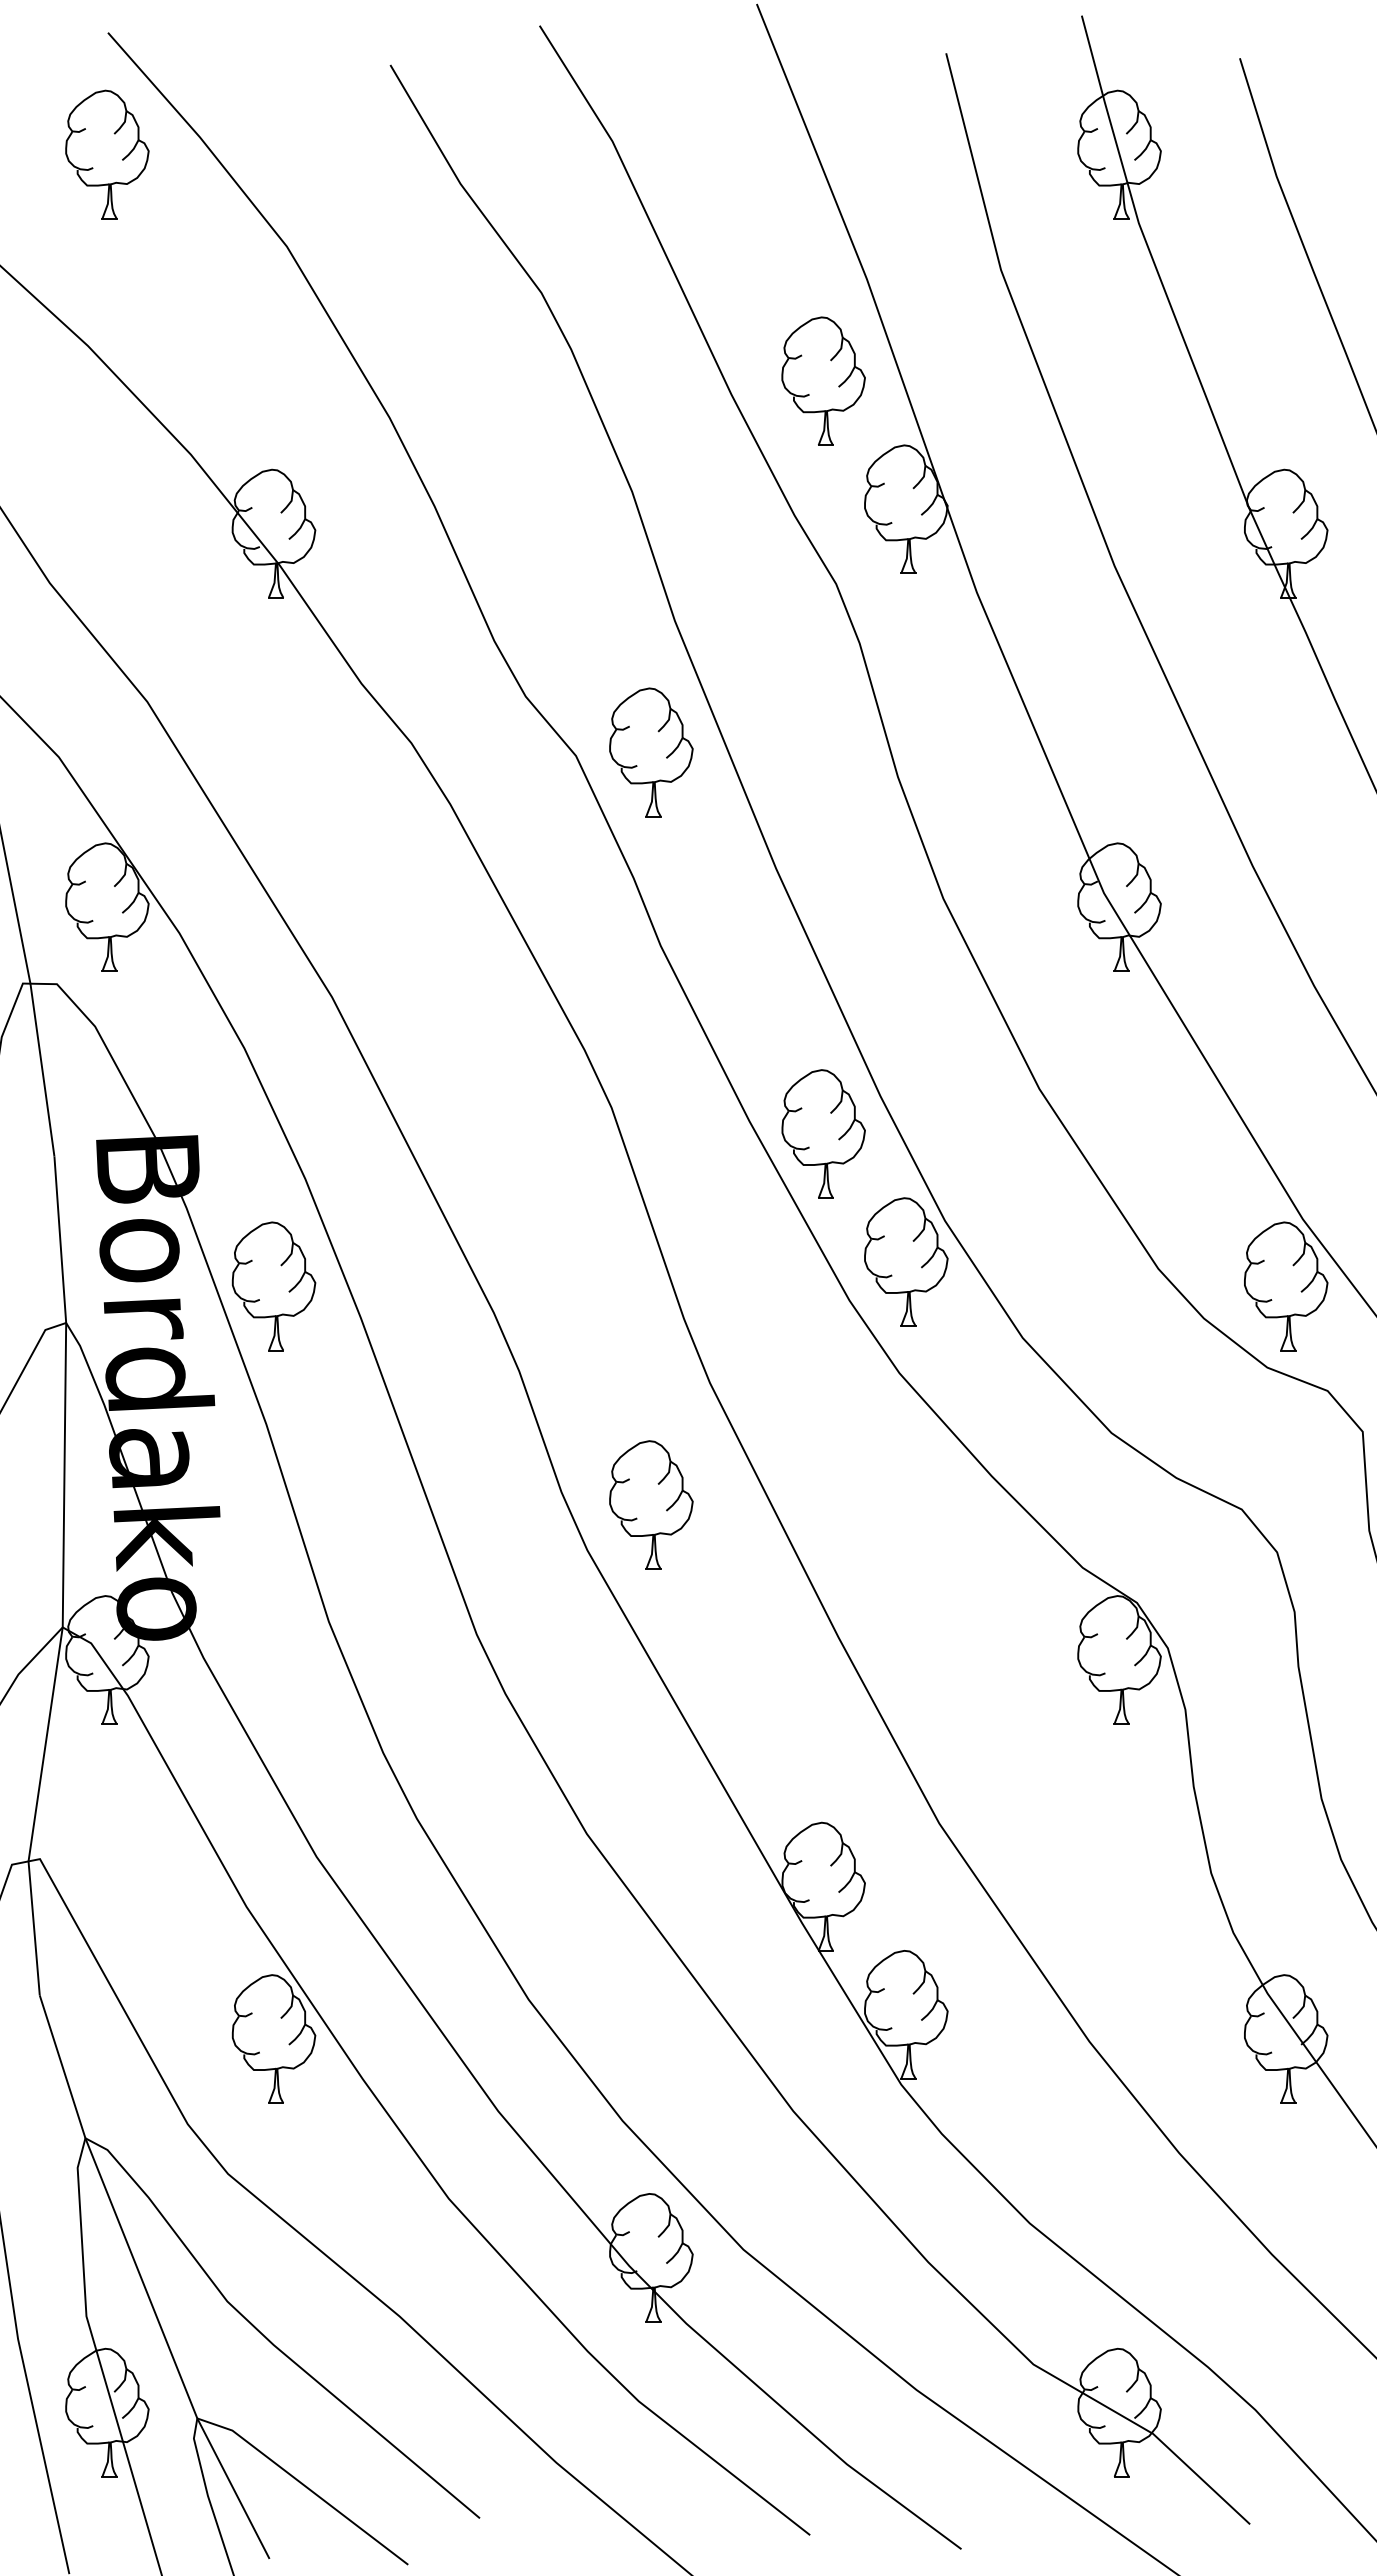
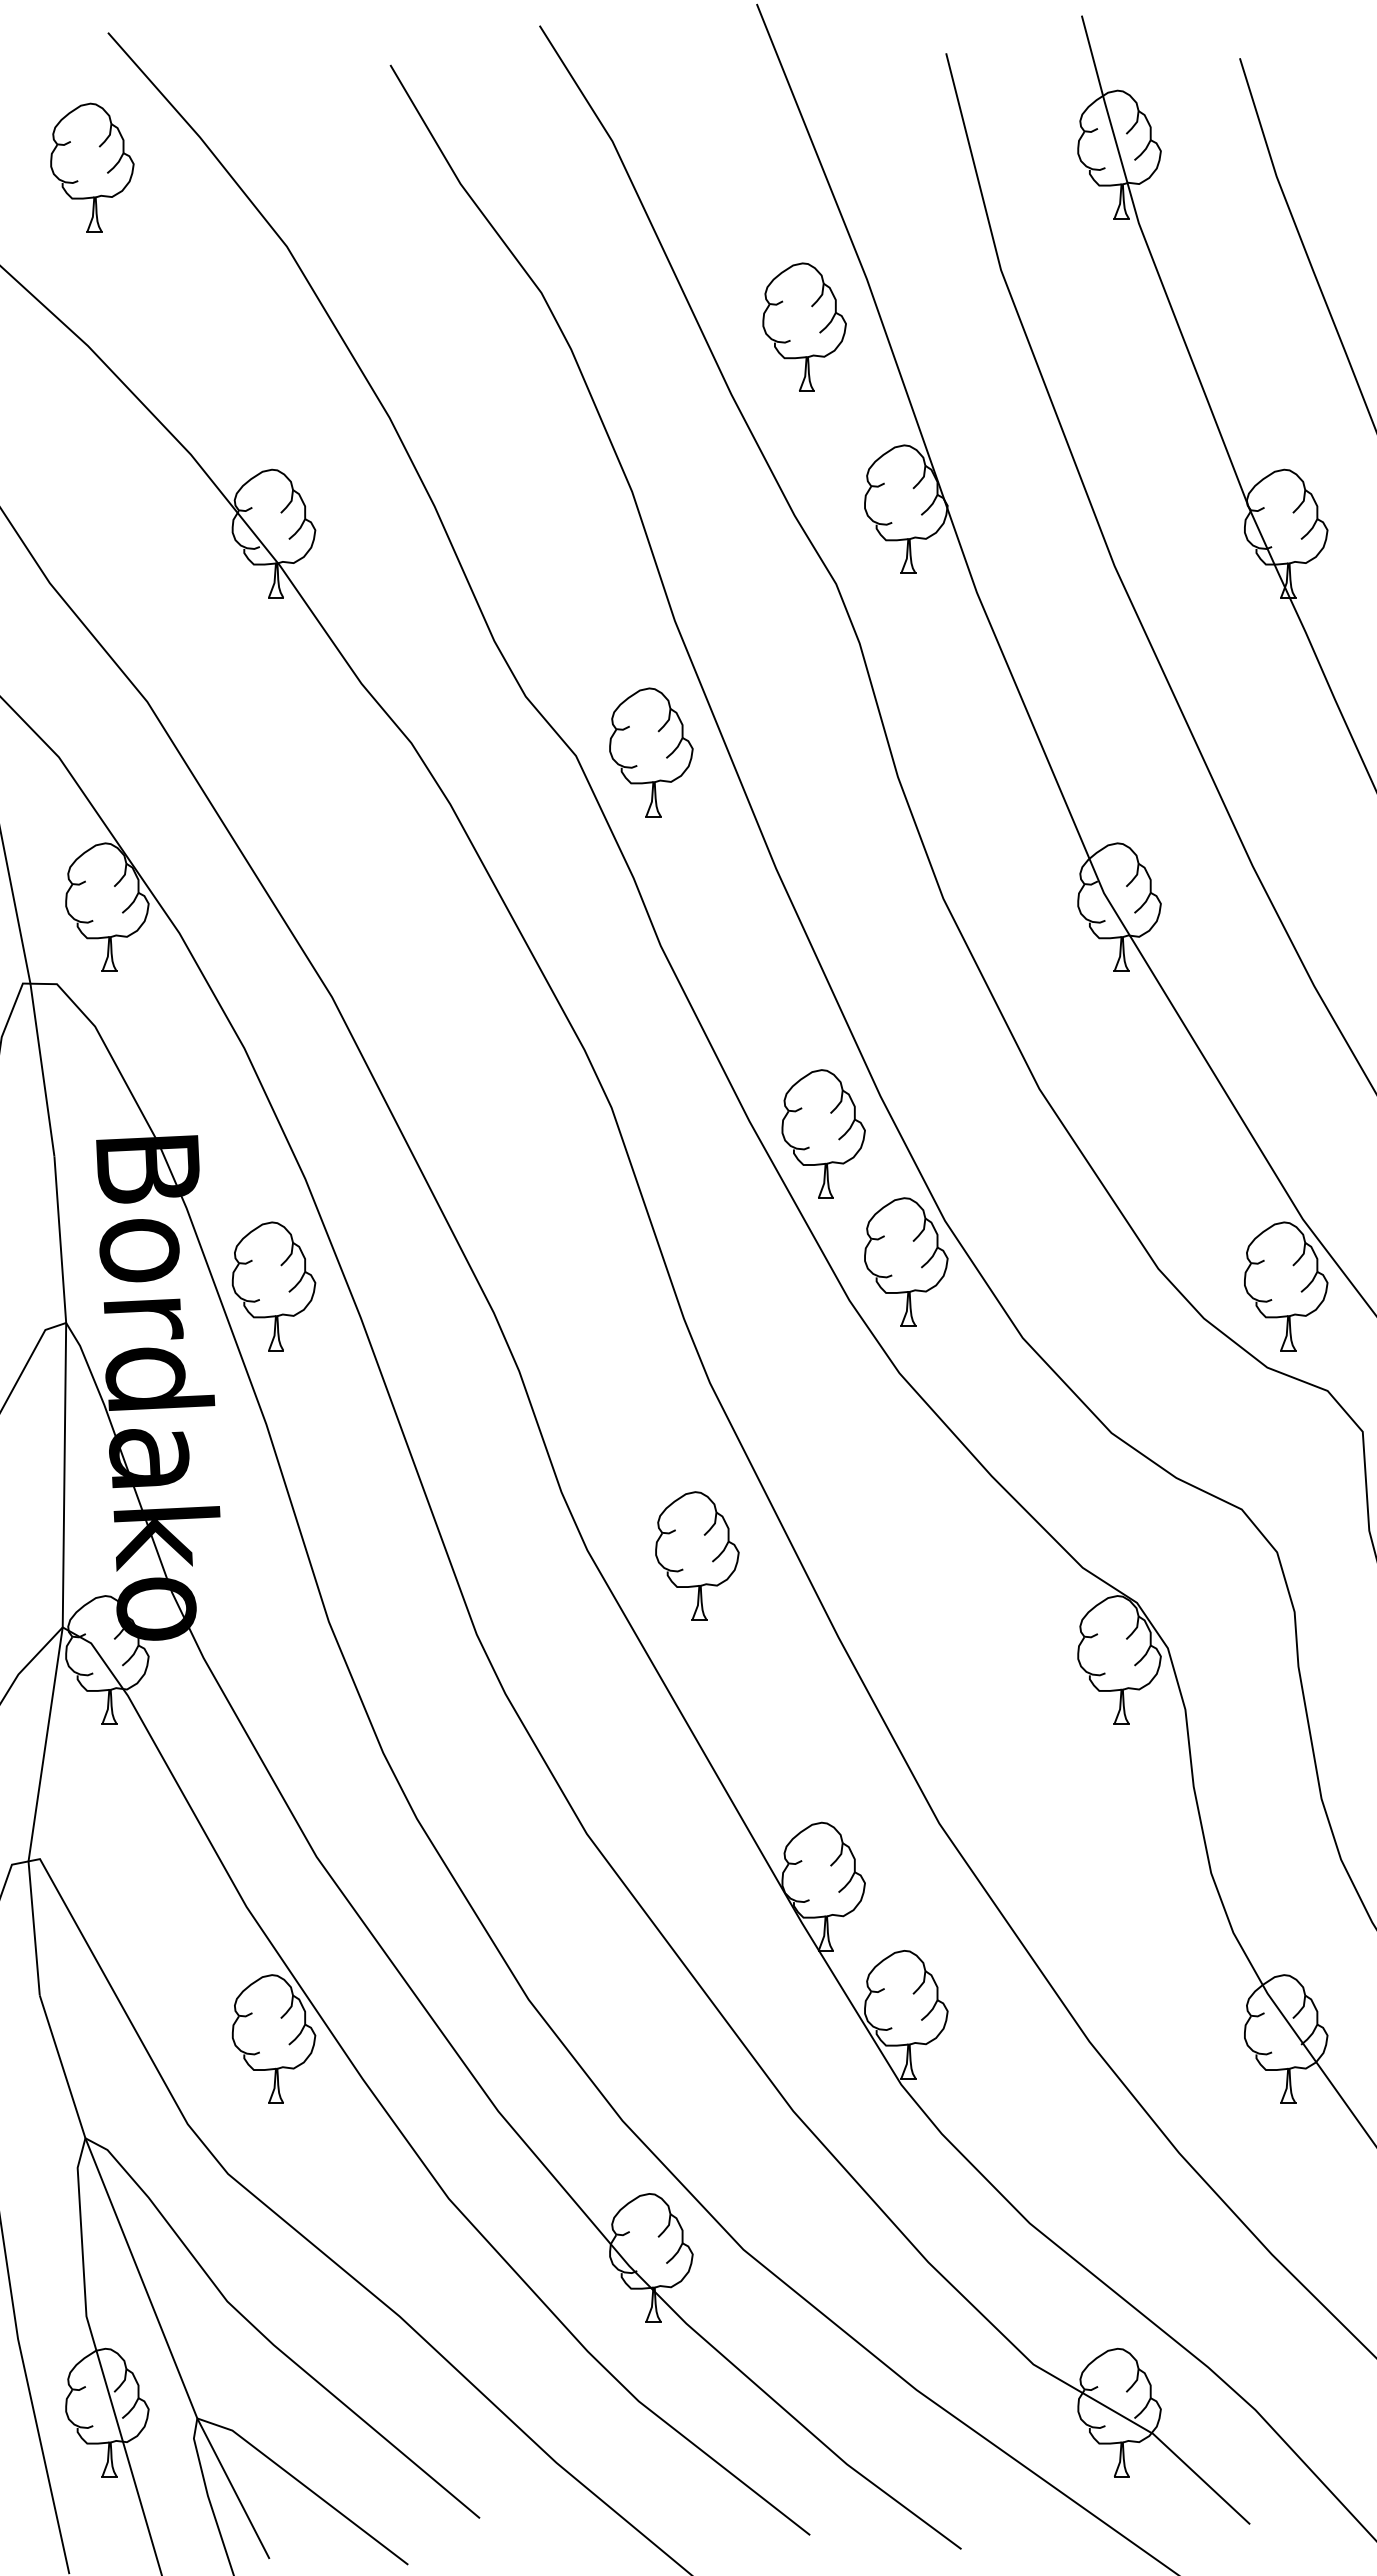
part at (107, 154) position: (107, 154) -> (92, 167)
part at (823, 380) position: (823, 380) -> (804, 326)
part at (651, 1504) position: (651, 1504) -> (697, 1555)
